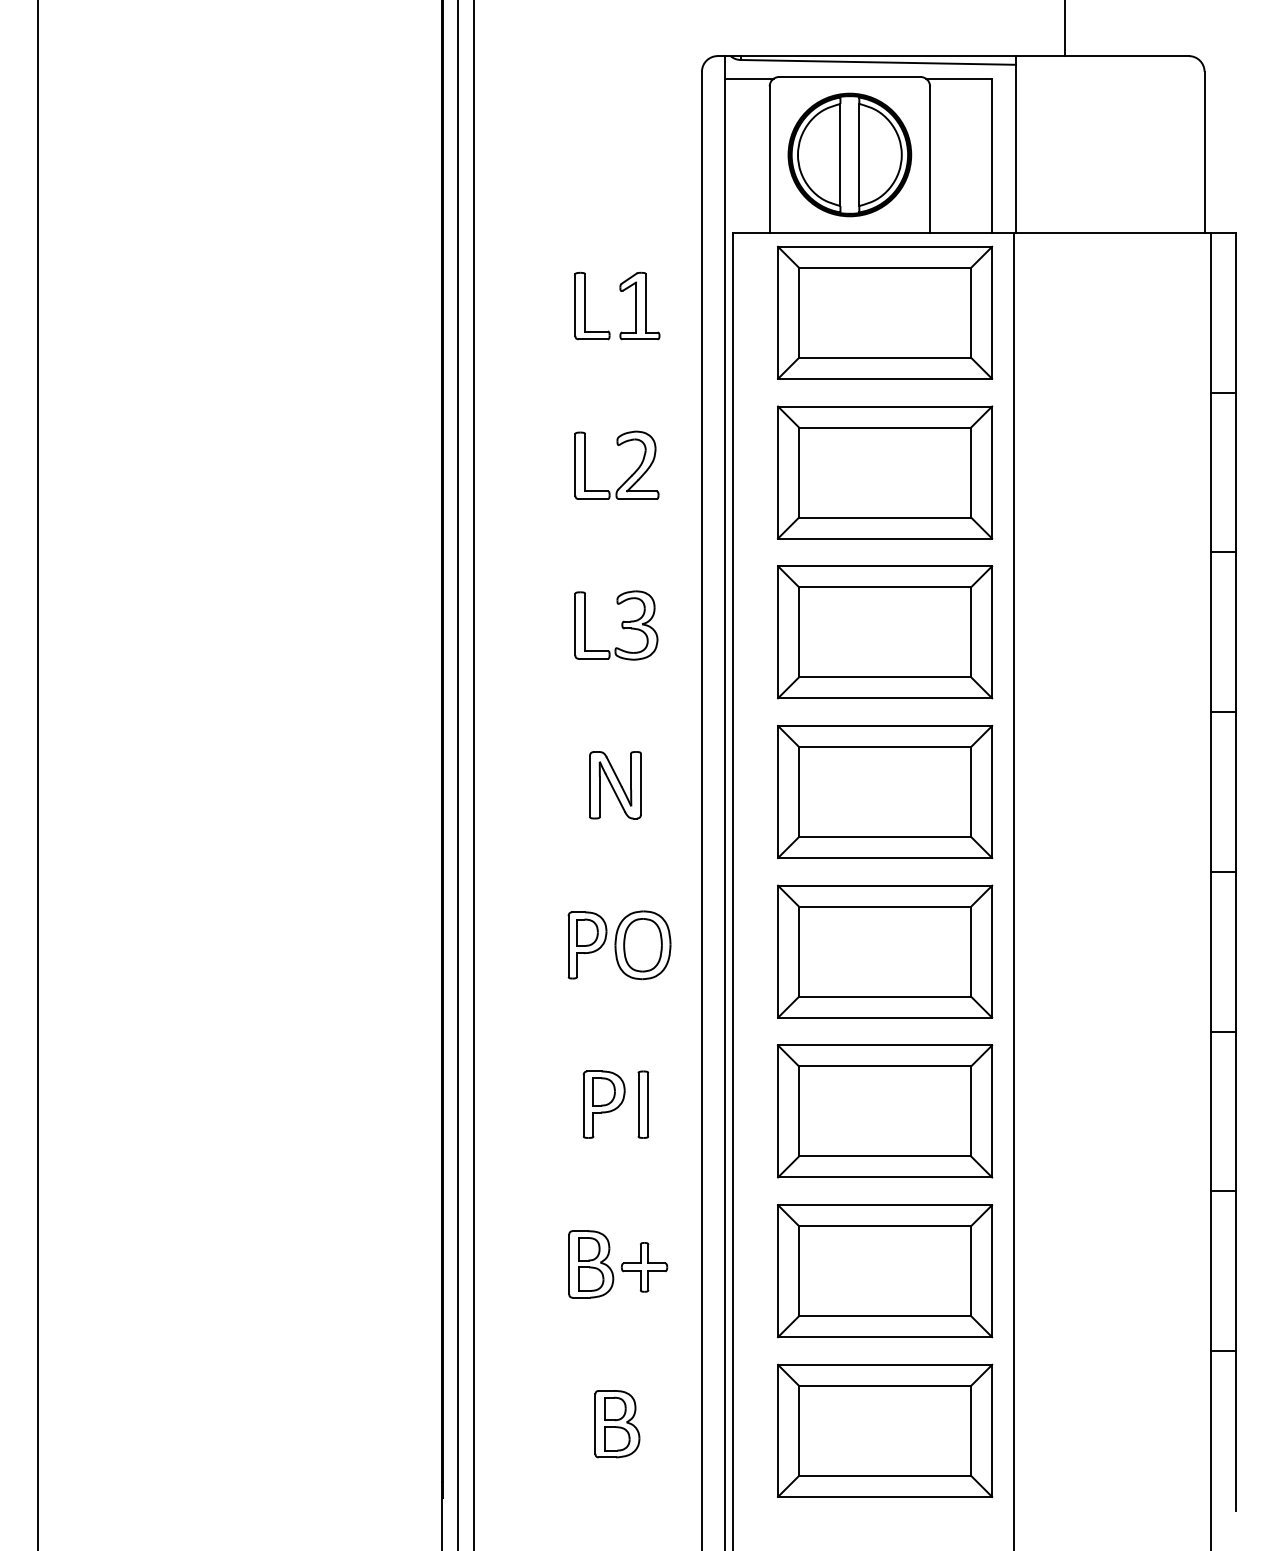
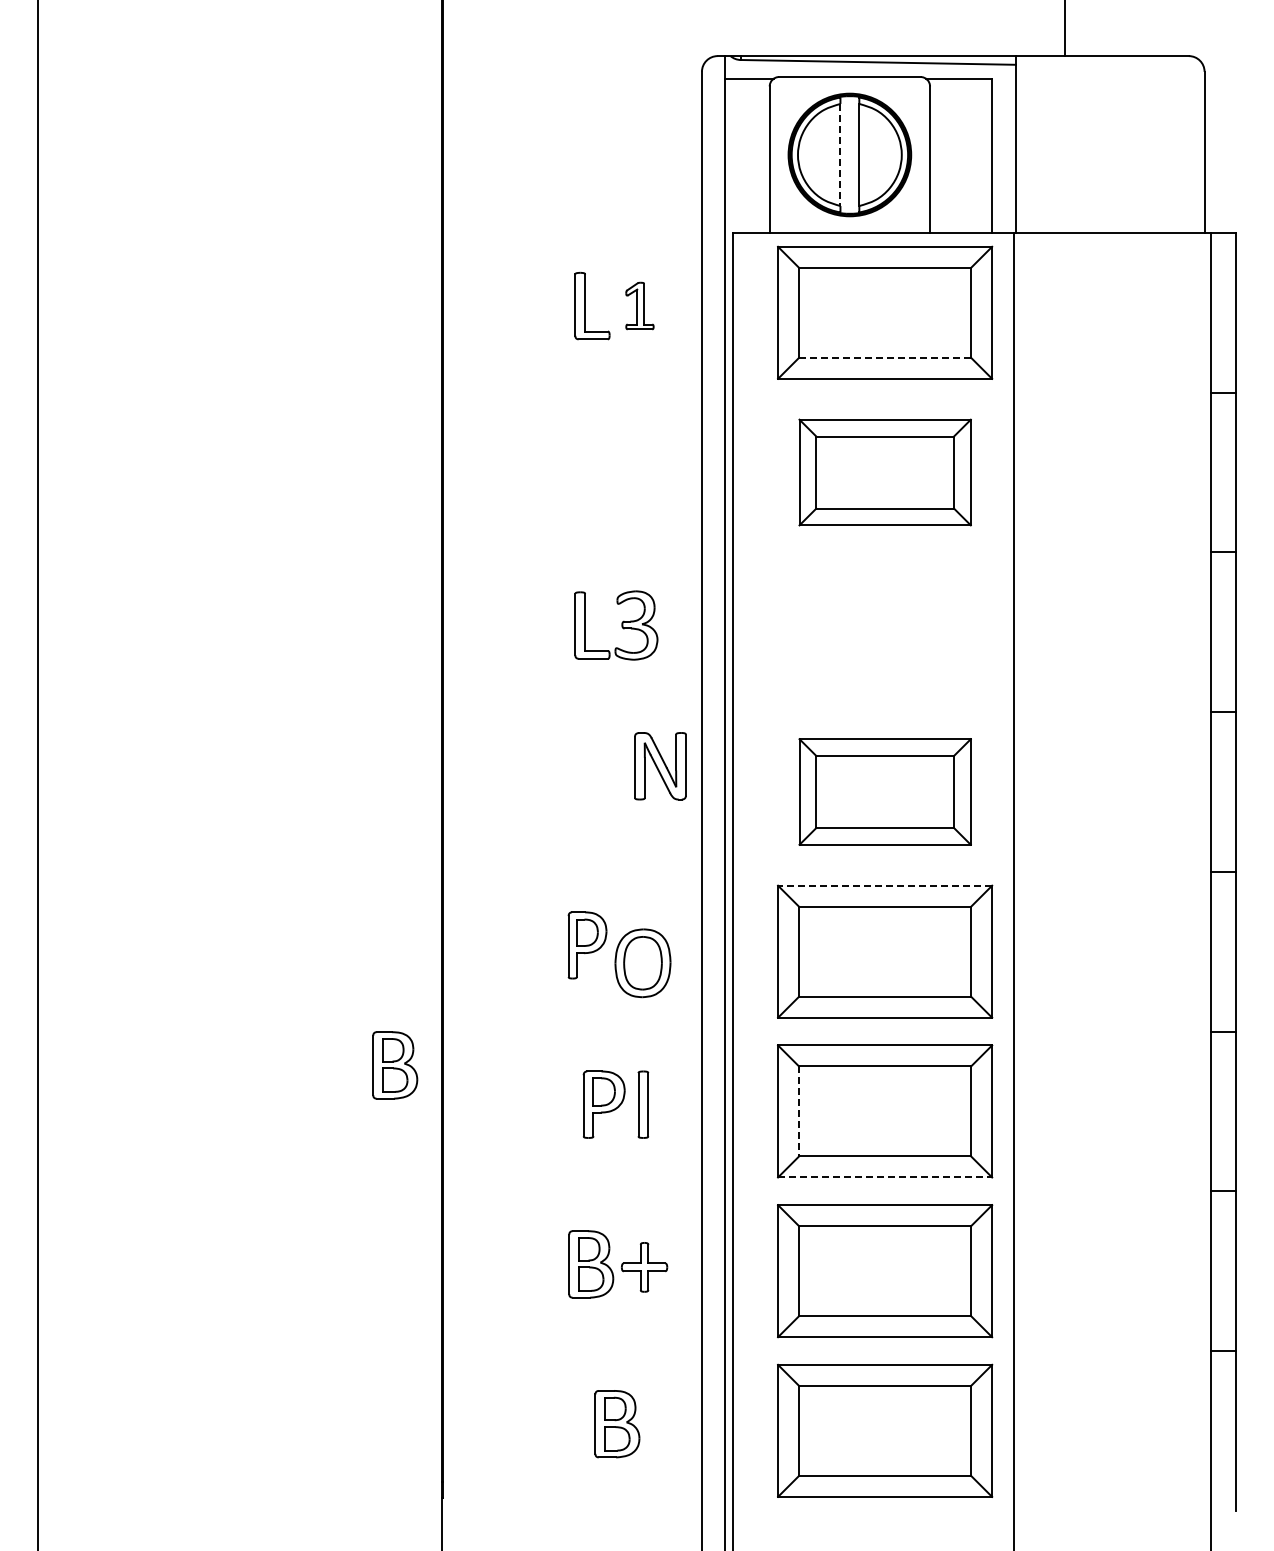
line at (840, 155): solid -> dashed
part at (639, 305) size: 42x70 px -> 30x50 px
line at (885, 357): solid -> dashed
part at (885, 472) size: 217x135 px -> 174x109 px
part at (629, 476): present -> none
part at (885, 632): present -> none
line at (458, 774): present -> none
line at (474, 774): present -> none
part at (615, 785) position: (615, 785) -> (660, 766)
part at (885, 791) size: 217x136 px -> 174x108 px
line at (884, 885): solid -> dashed
part at (642, 945) position: (642, 945) -> (642, 963)
part at (395, 1065): none -> present
line at (799, 1111): solid -> dashed
line at (885, 1177): solid -> dashed
